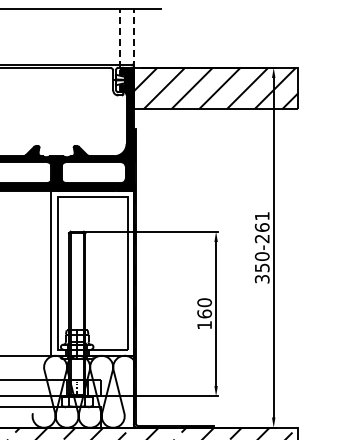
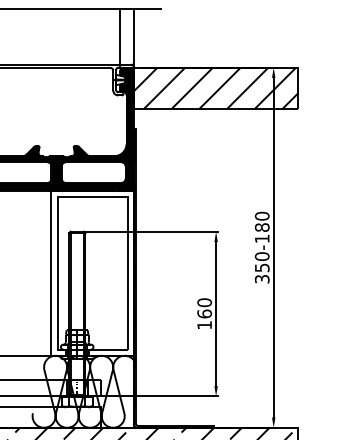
line at (120, 37): dashed -> solid
line at (133, 37): dashed -> solid
text at (261, 227): 350-261 -> 350-180
